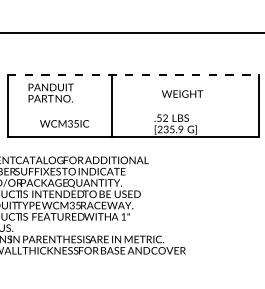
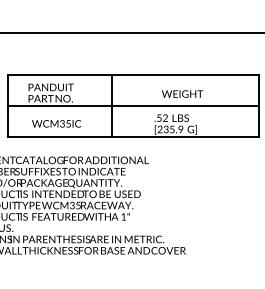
line at (133, 74): dashed -> solid
line at (132, 106): none -> present
text at (64, 123) position: (64, 123) -> (56, 123)
